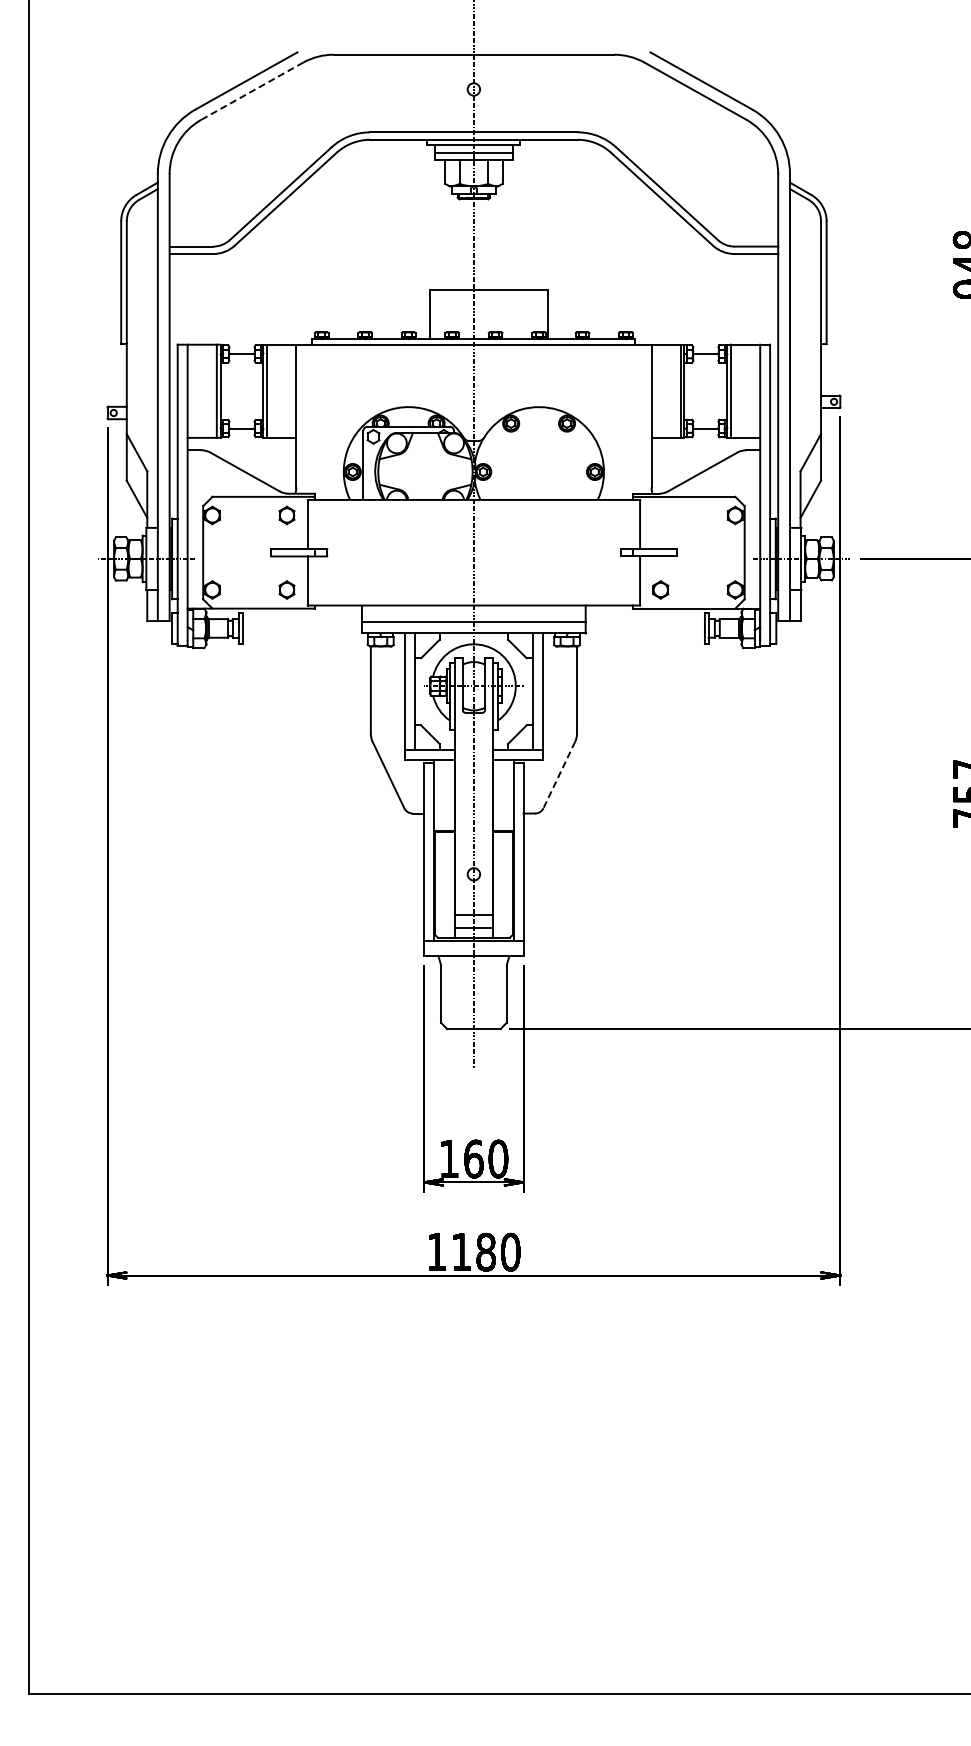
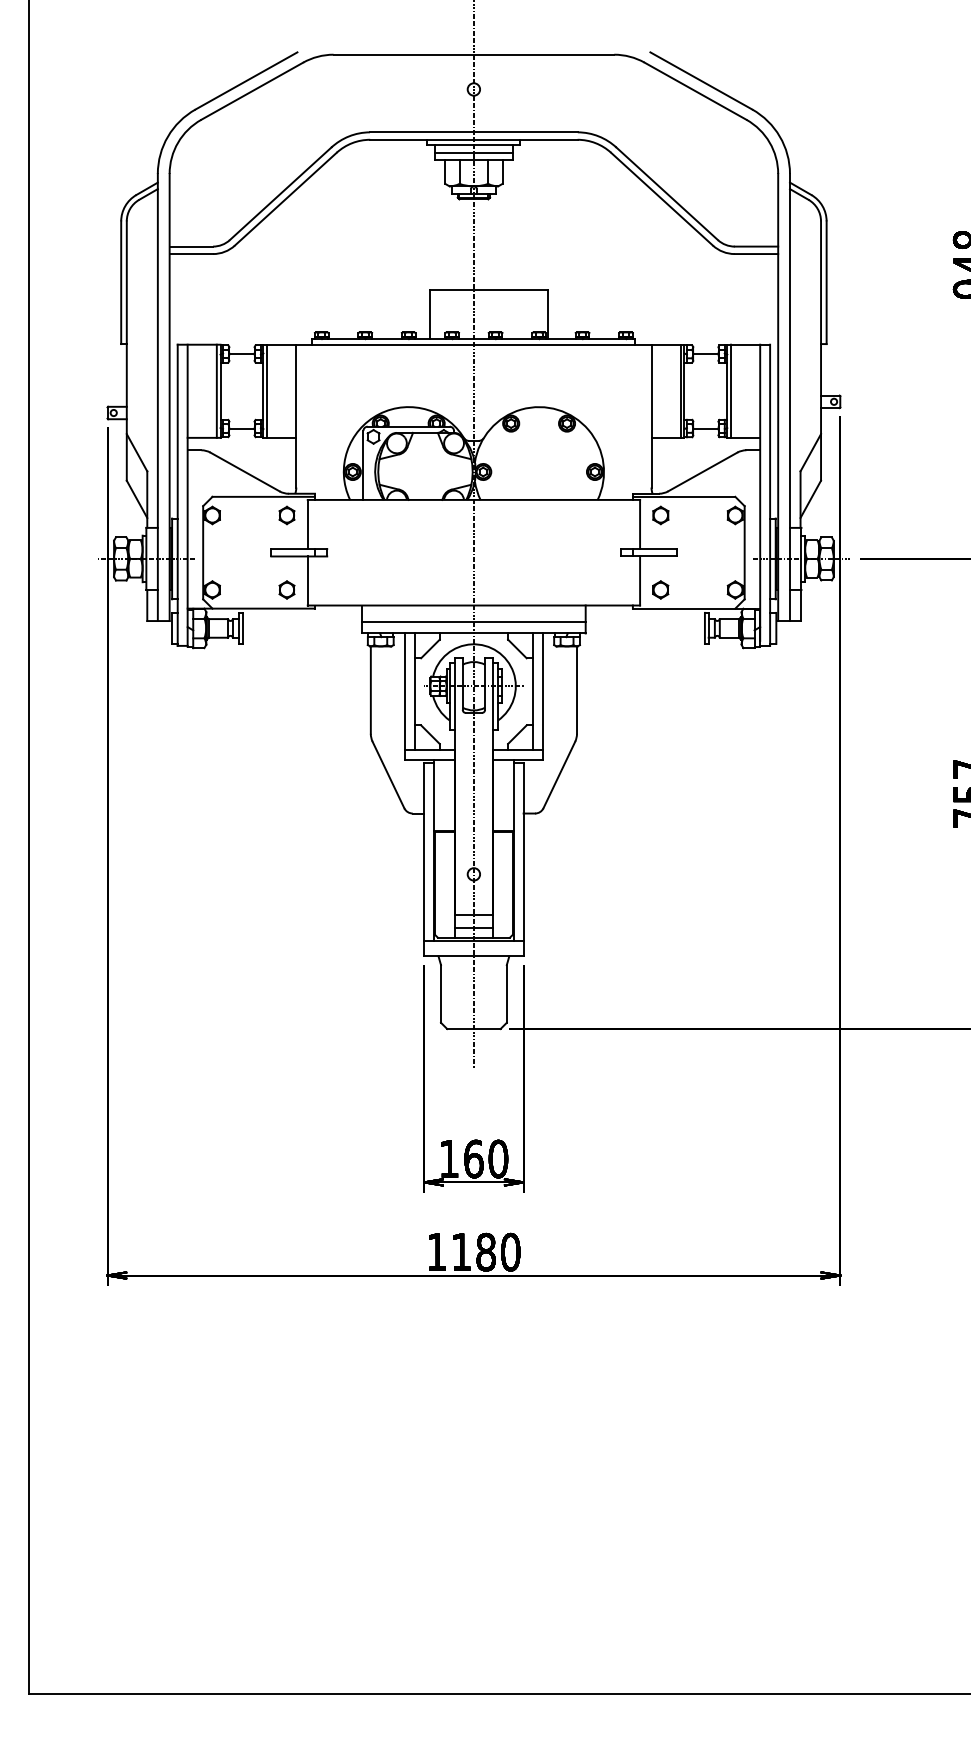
line at (252, 90): dashed -> solid
part at (660, 515): none -> present
line at (559, 775): dashed -> solid
